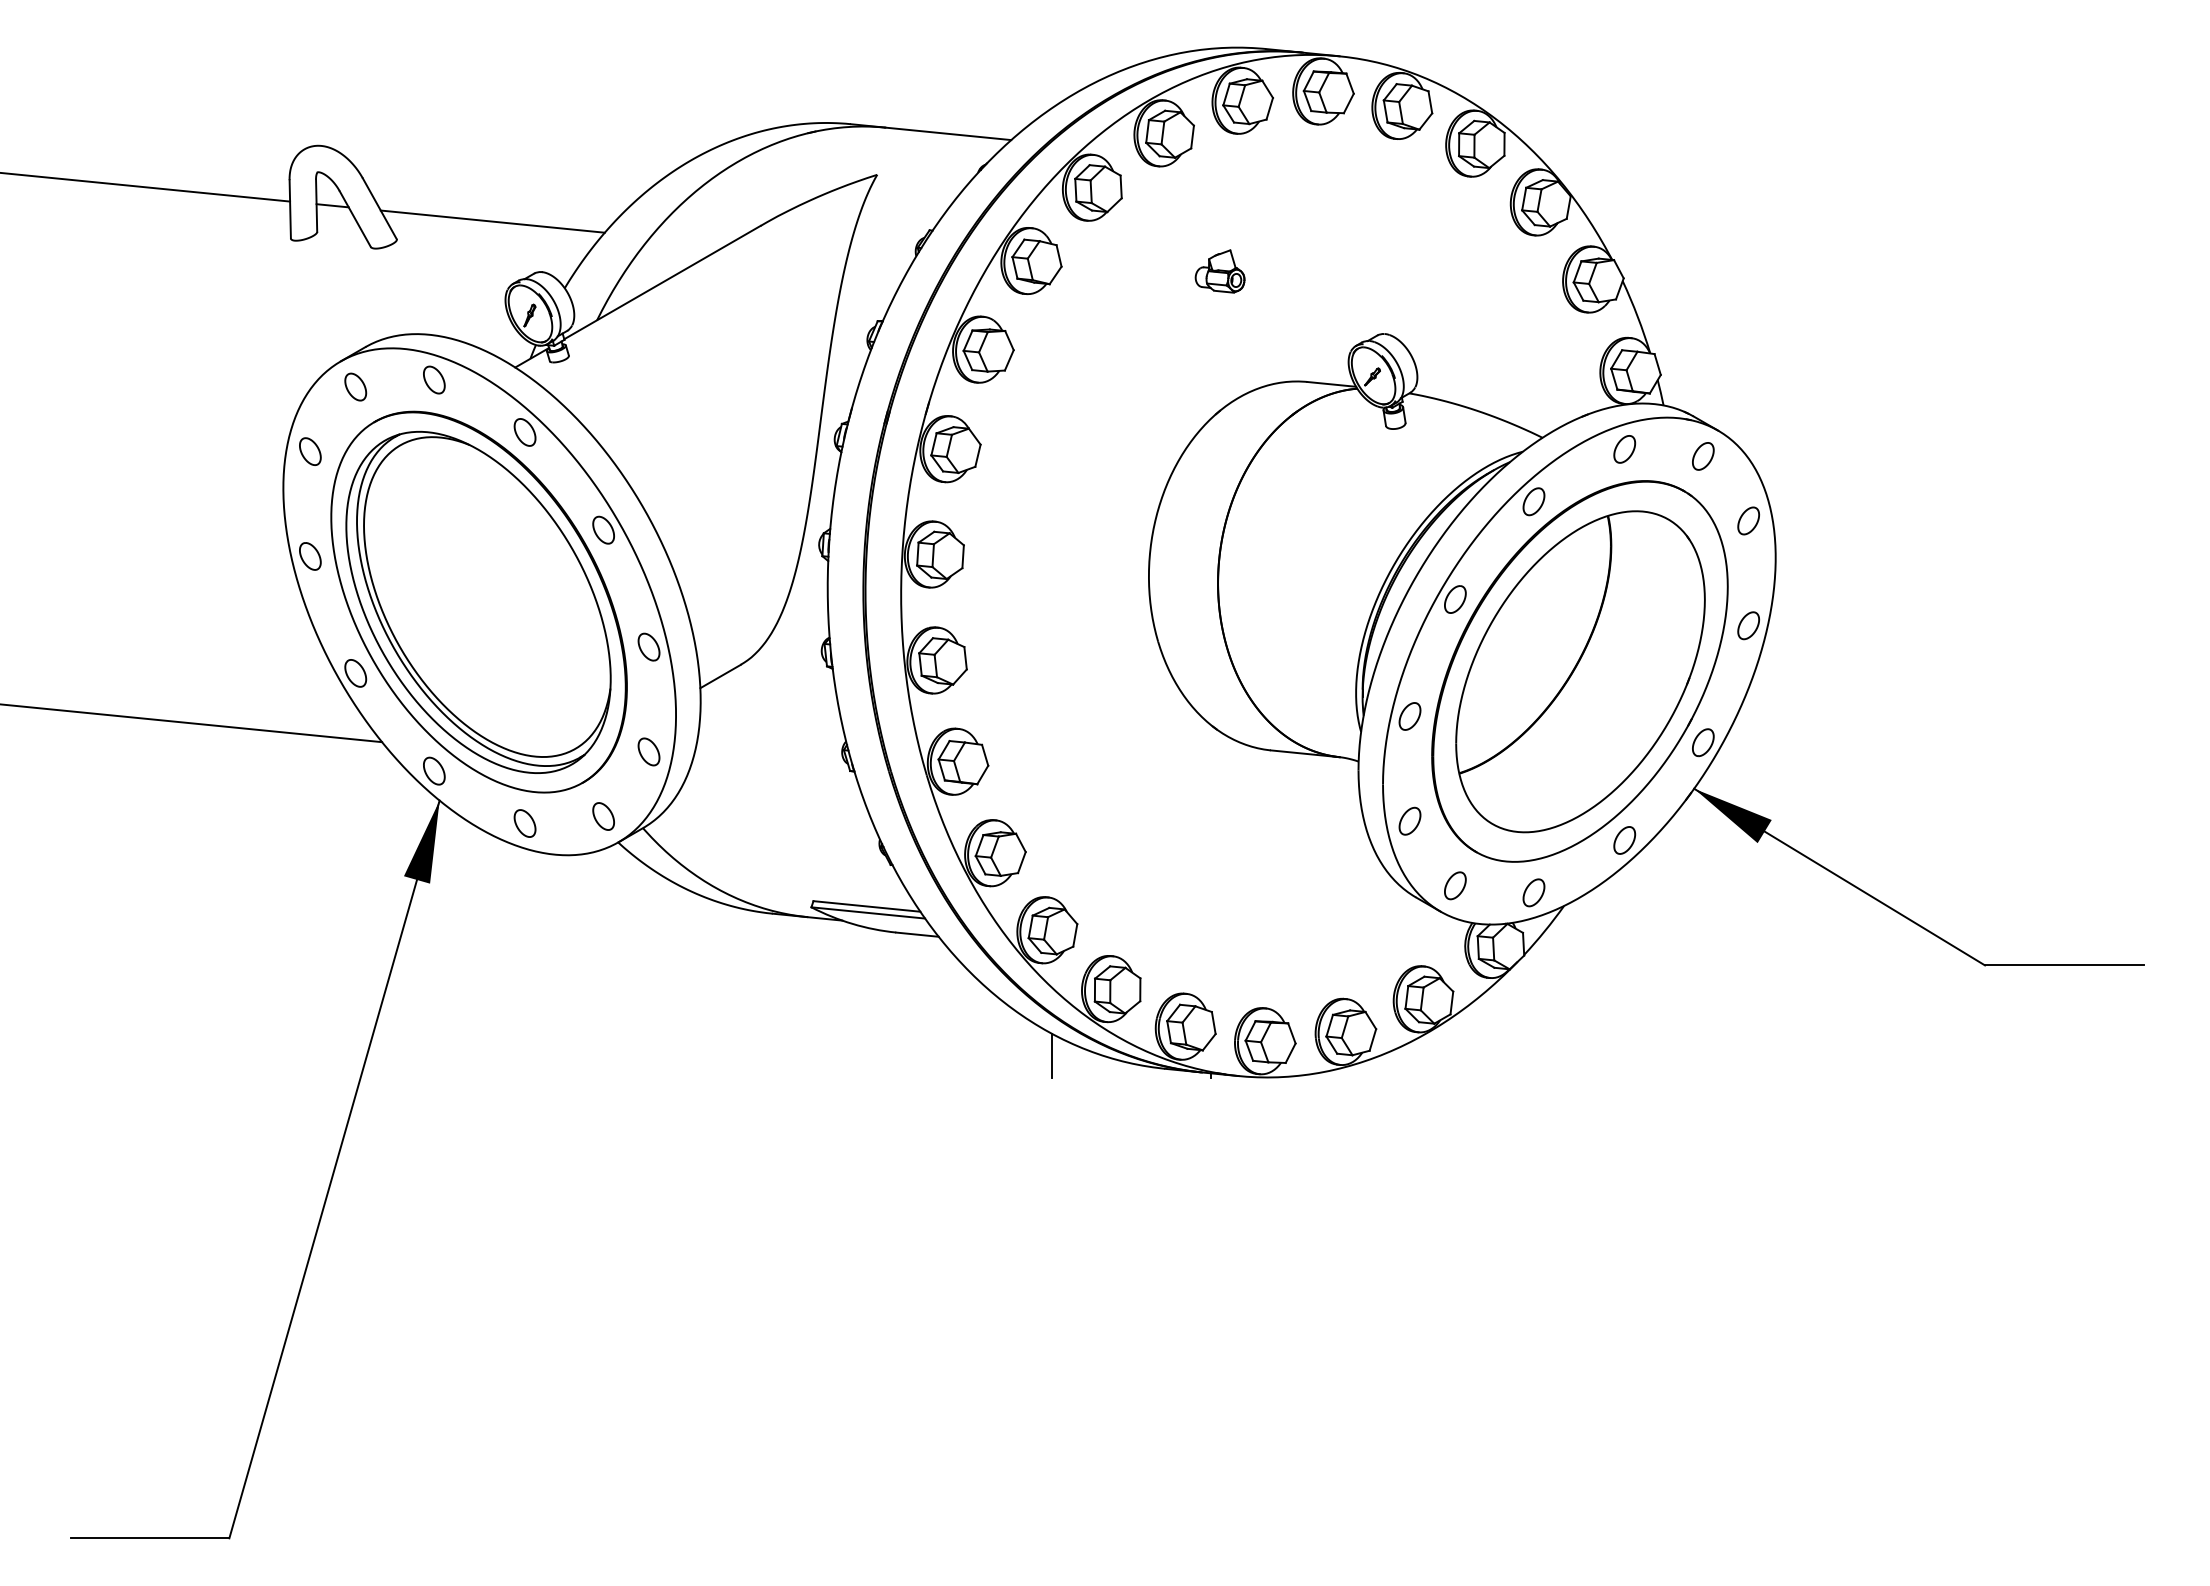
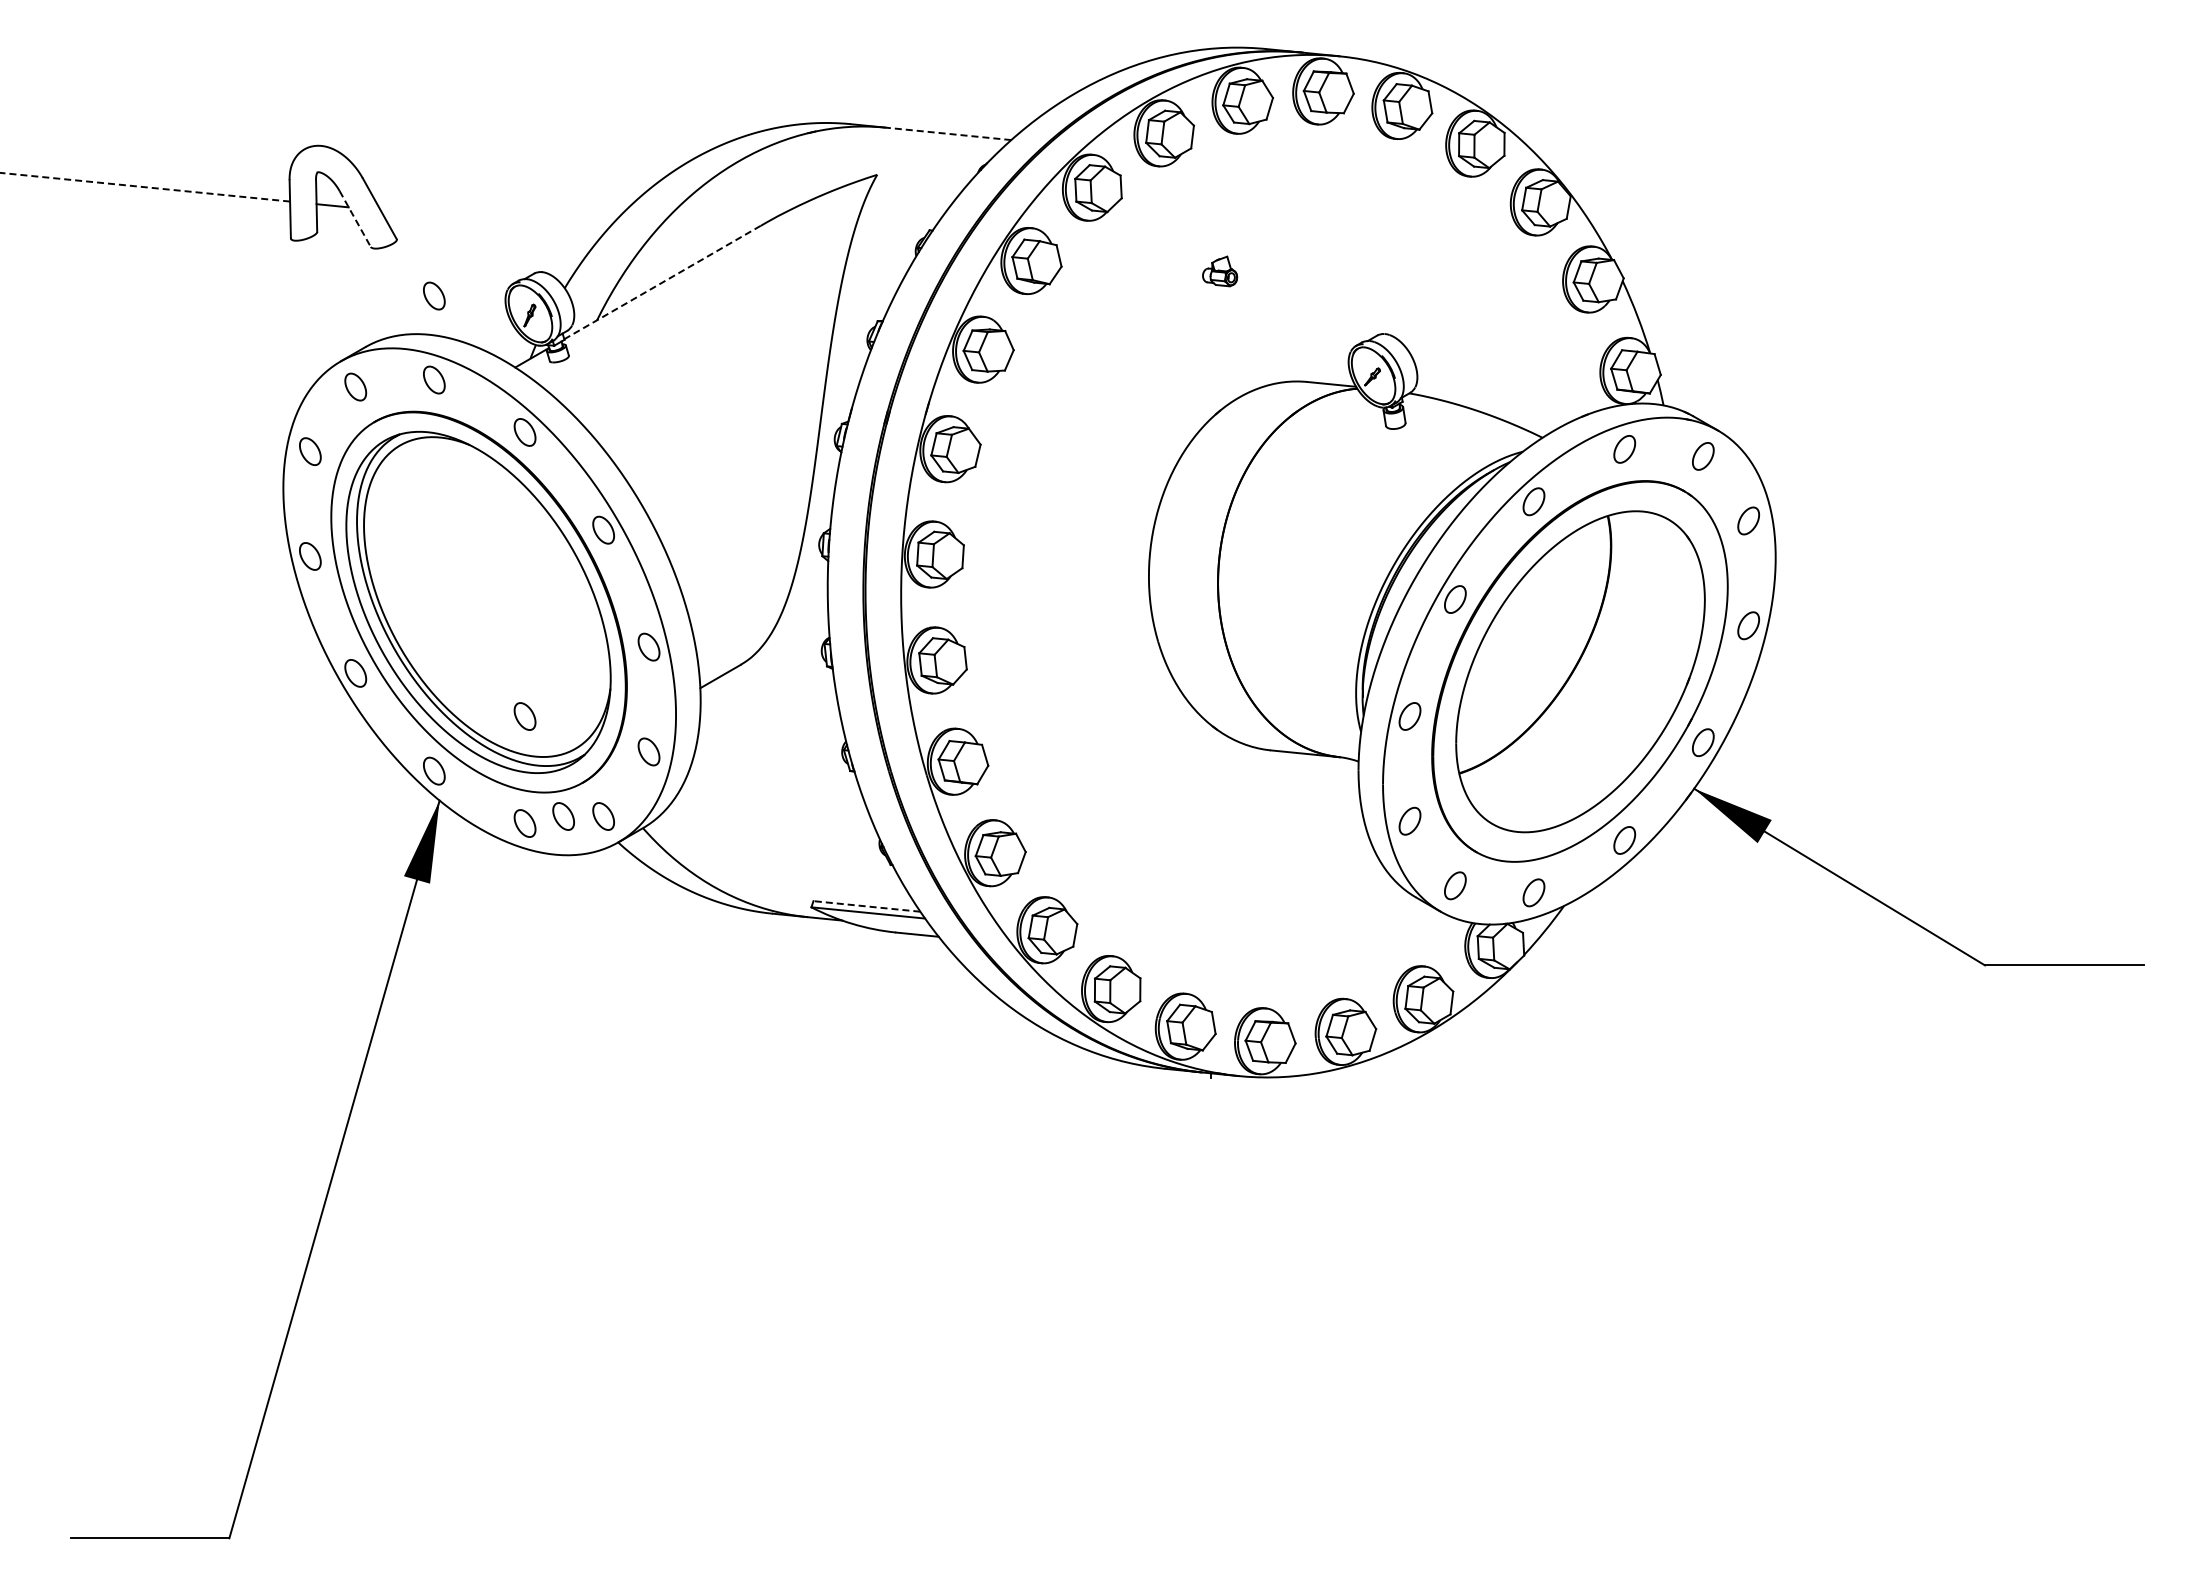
line at (947, 133): solid -> dashed
line at (144, 187): solid -> dashed
line at (355, 219): solid -> dashed
line at (492, 221): present -> none
part at (1219, 271) size: 52x45 px -> 37x33 px
line at (662, 282): solid -> dashed
part at (434, 295): none -> present
part at (524, 716): none -> present
line at (192, 723): present -> none
part at (563, 816): none -> present
line at (866, 906): solid -> dashed
line at (1052, 1055): present -> none
